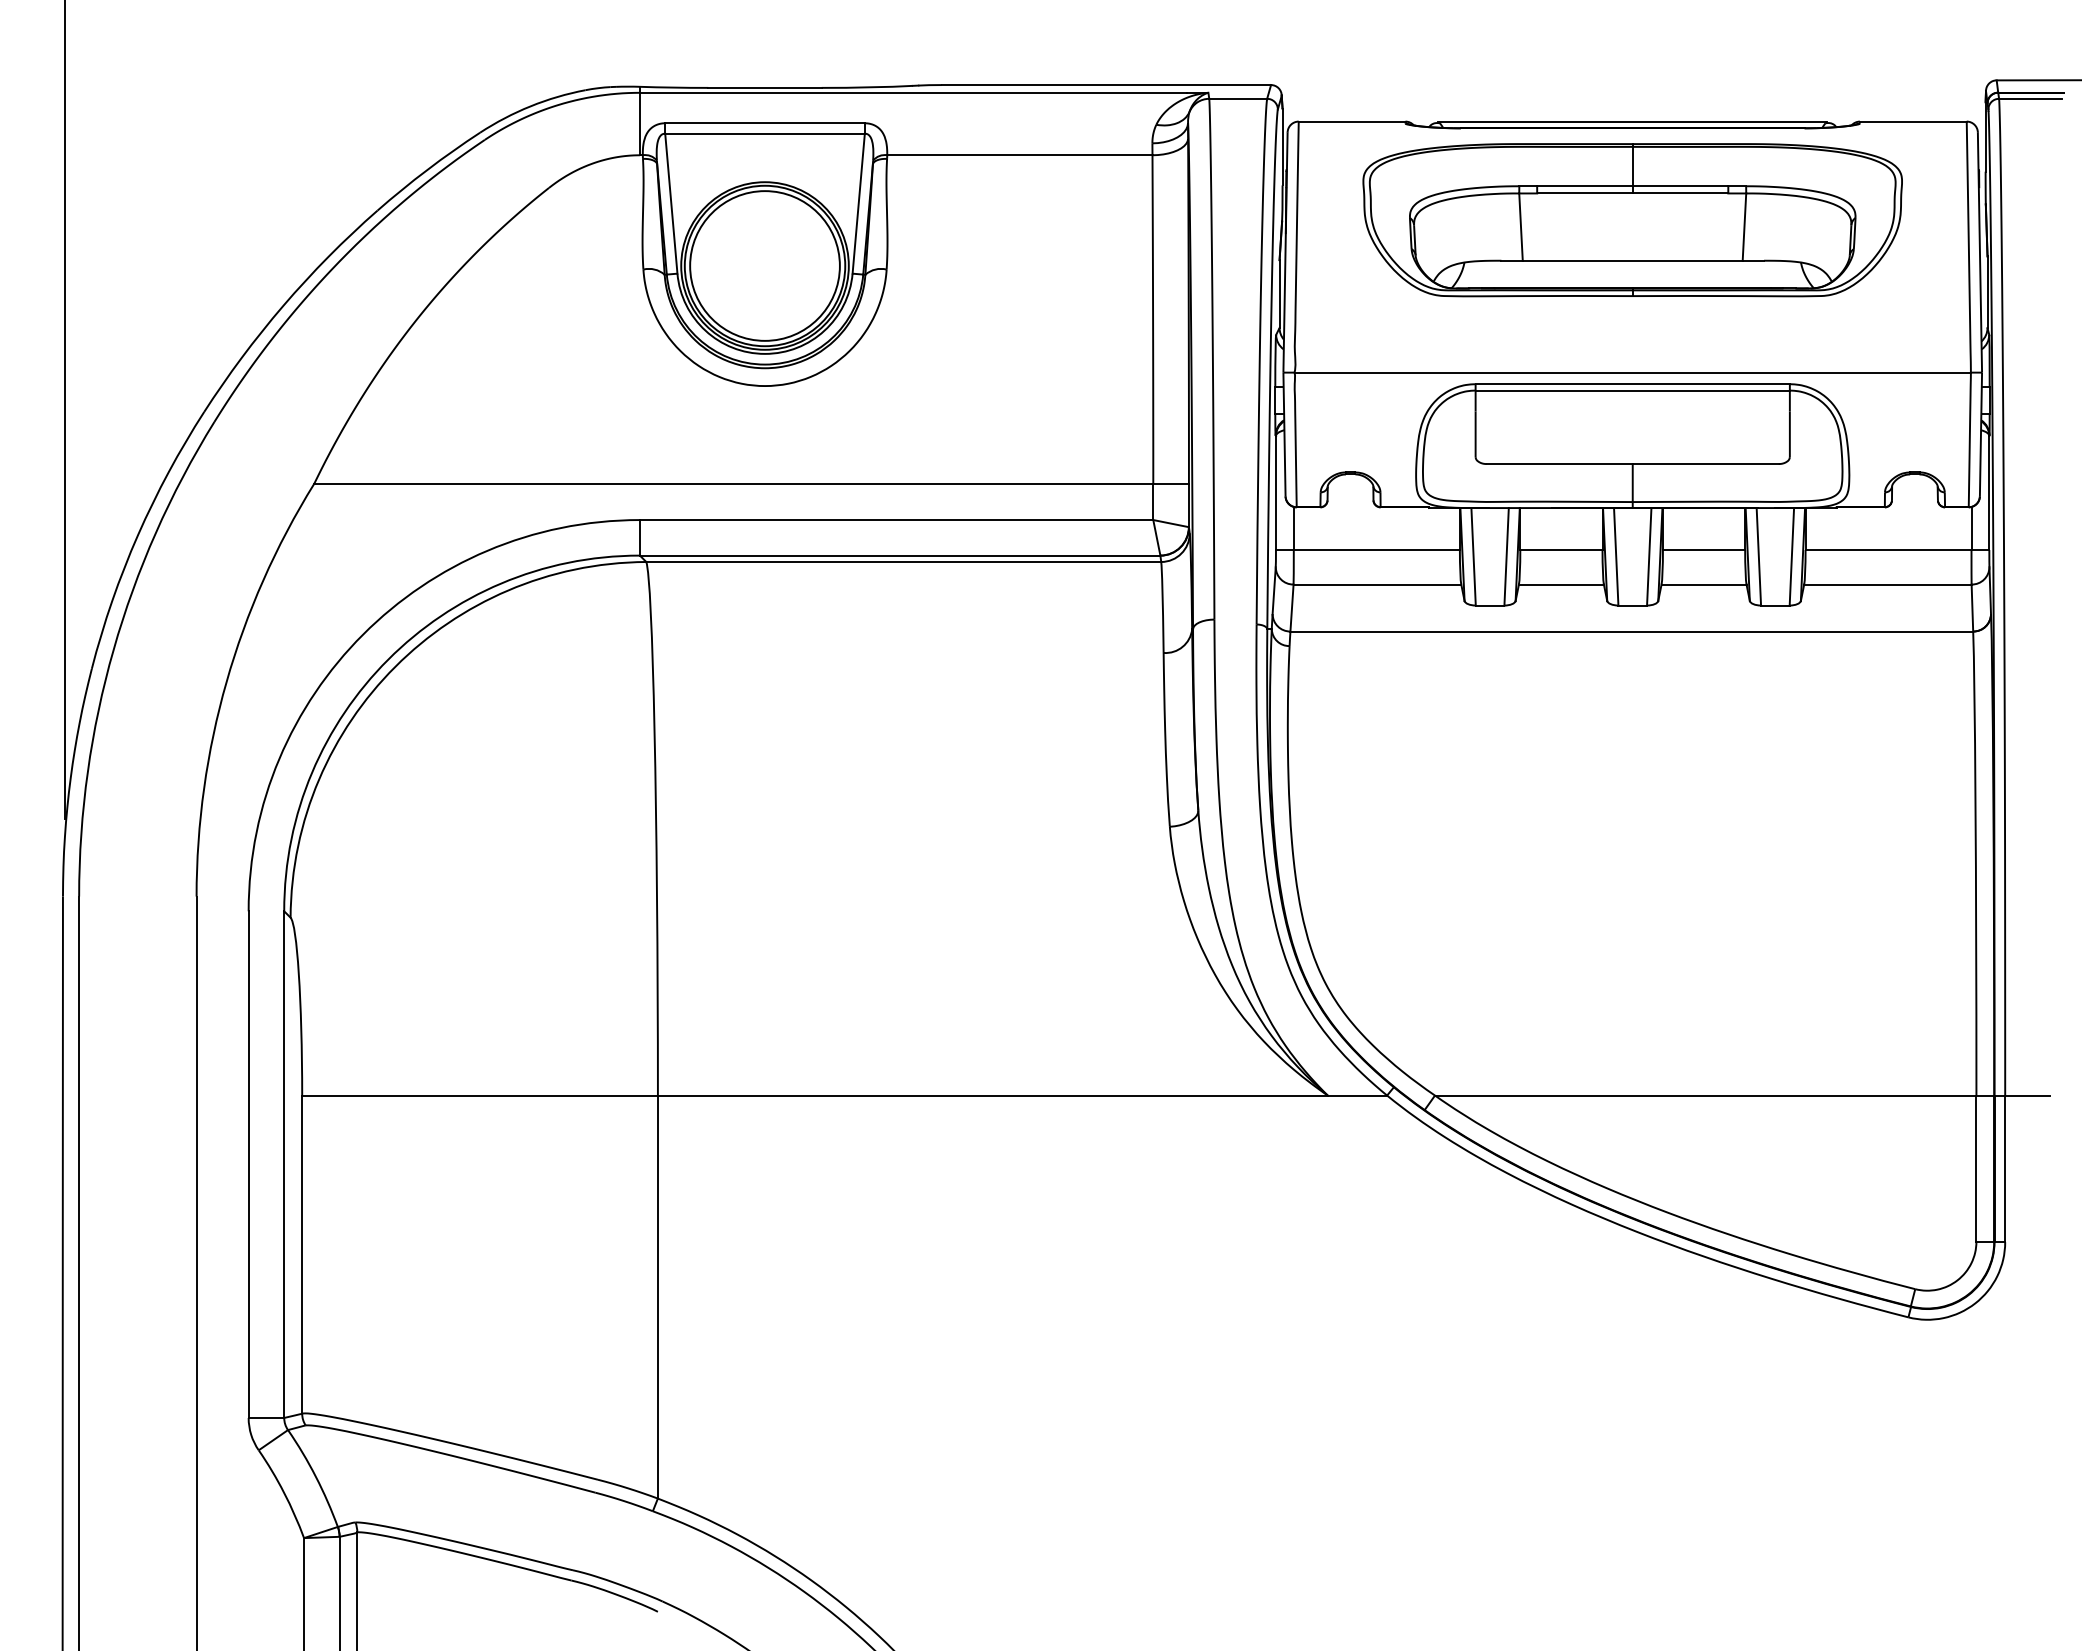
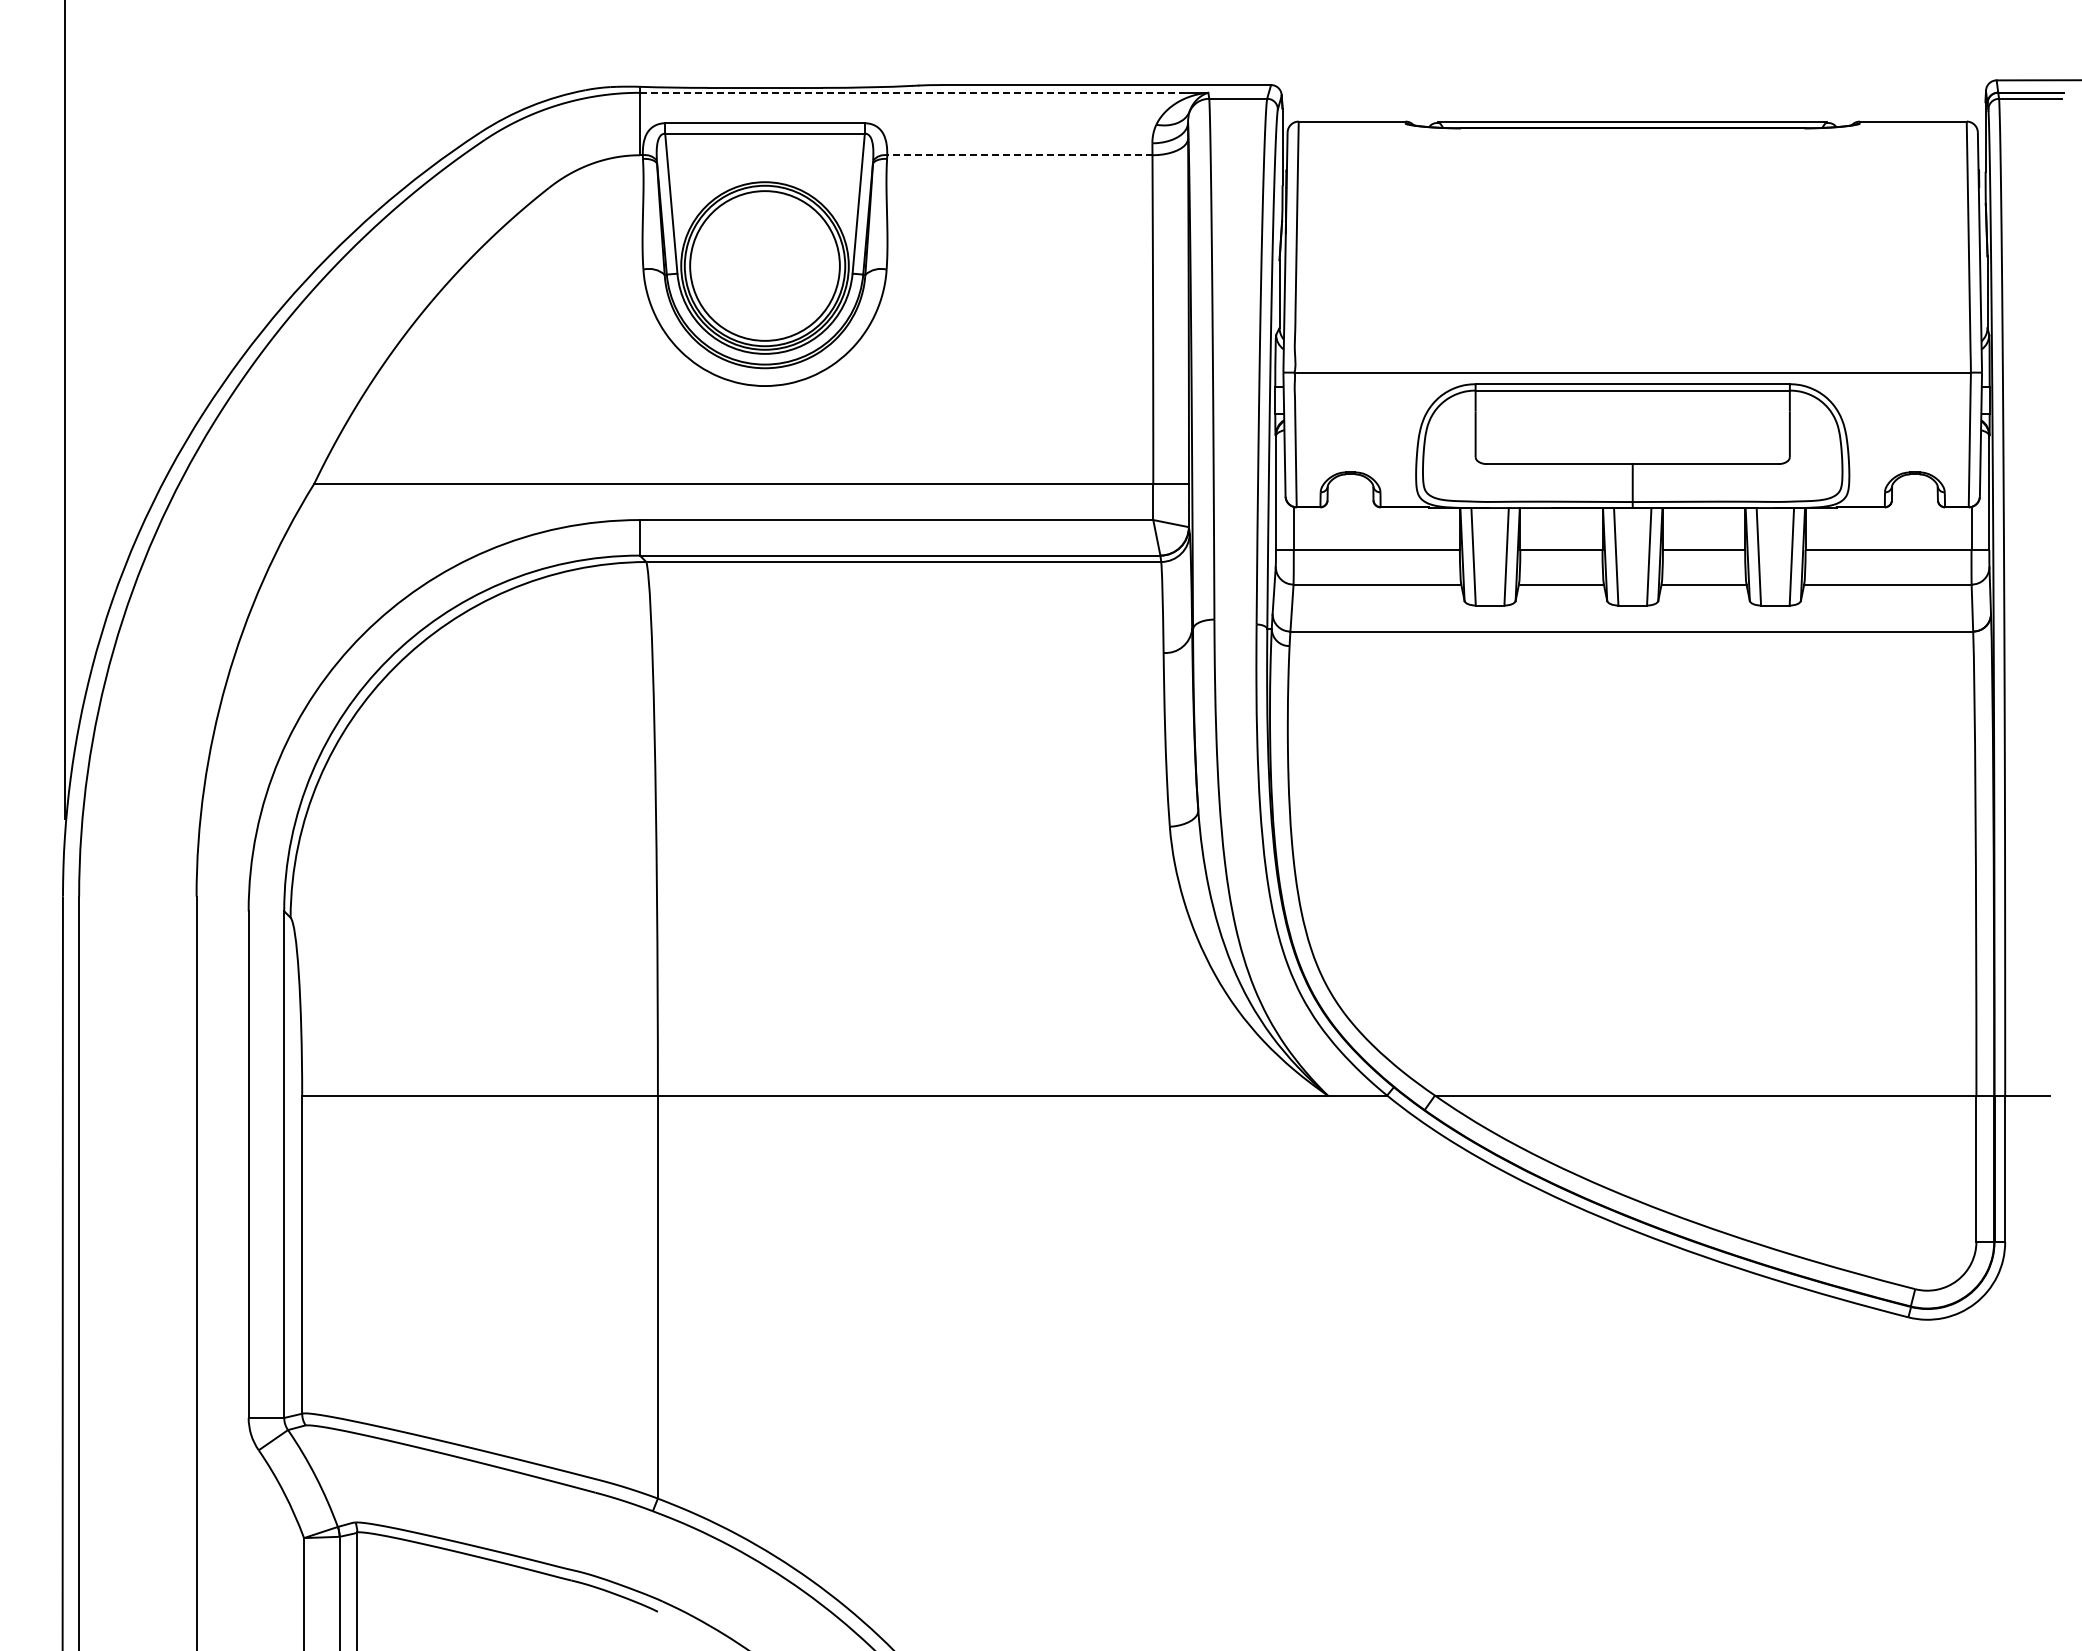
line at (914, 92): solid -> dashed
line at (1019, 155): solid -> dashed
part at (1632, 220): present -> none
